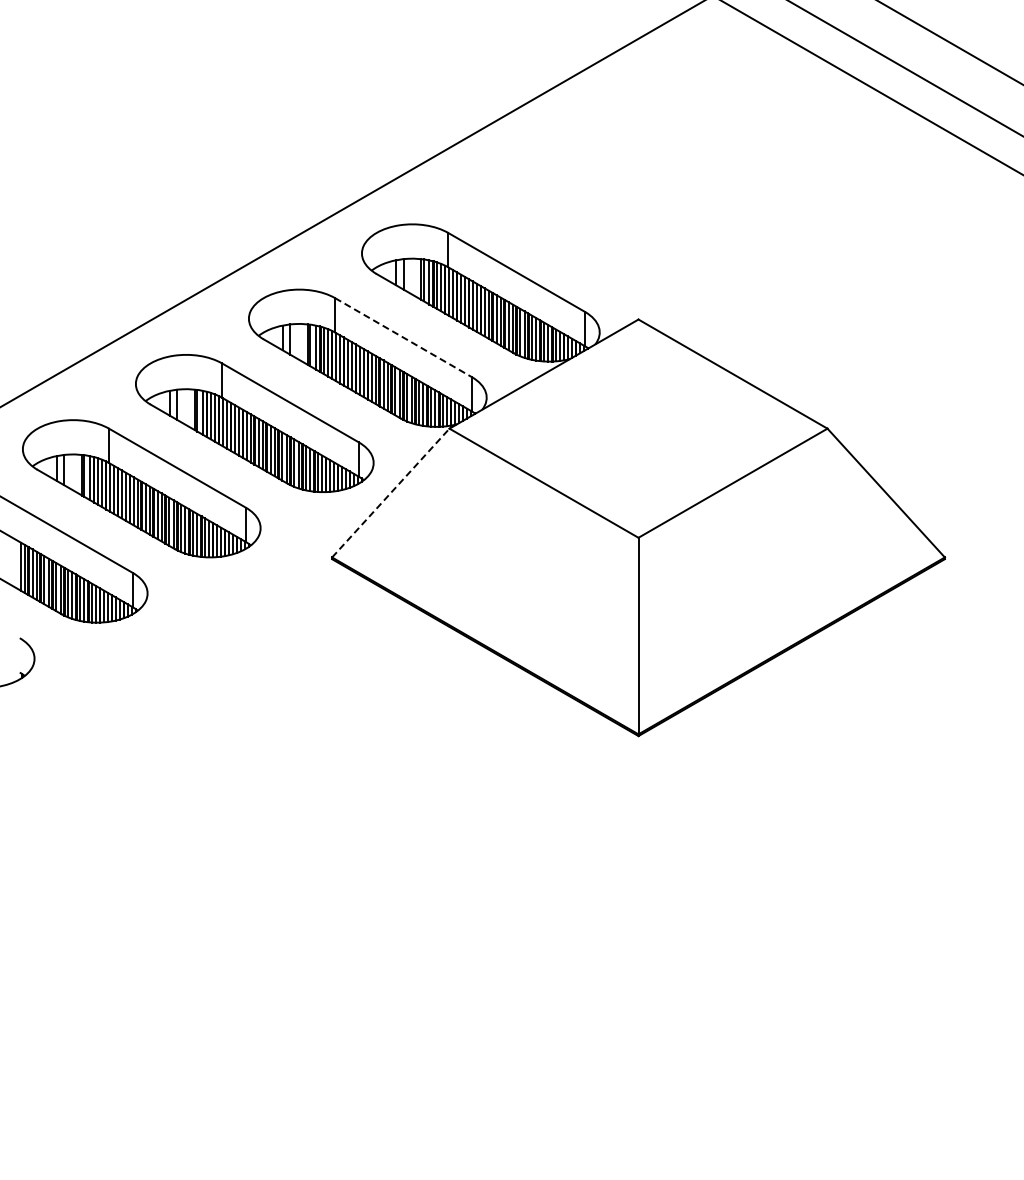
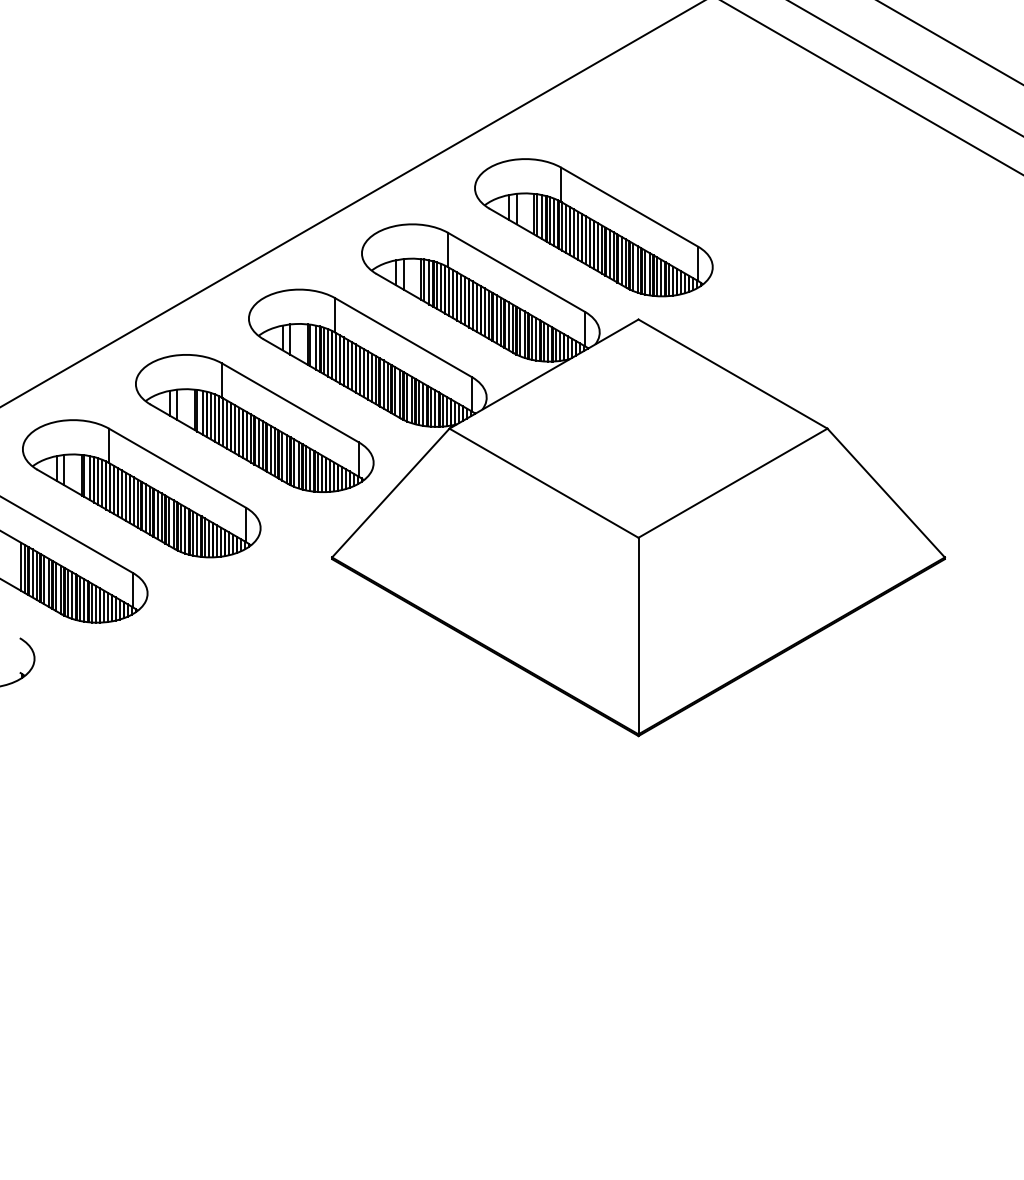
part at (593, 227): none -> present
line at (403, 337): dashed -> solid
line at (391, 492): dashed -> solid
